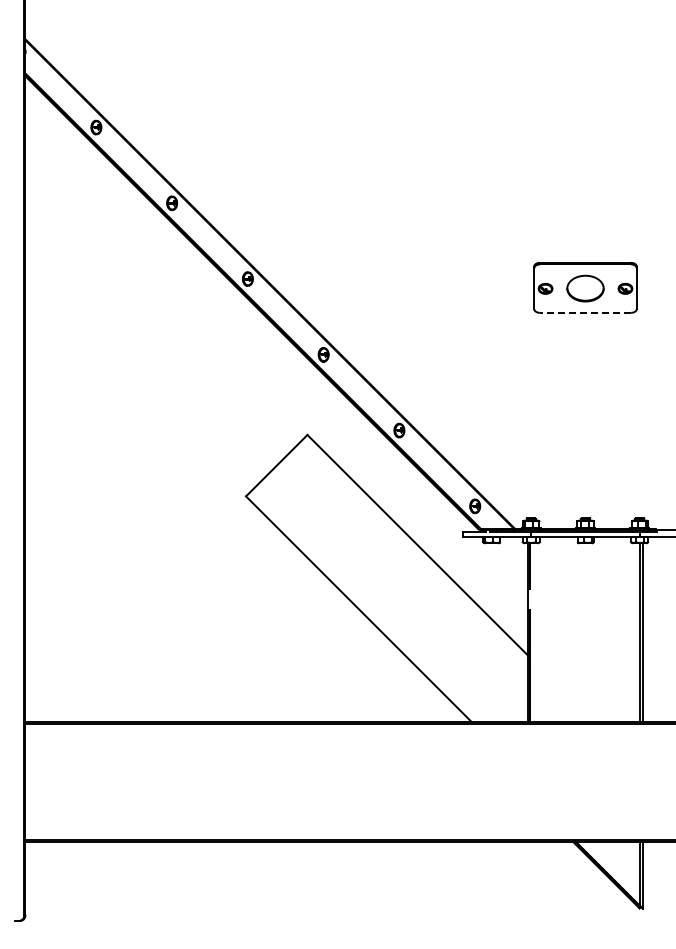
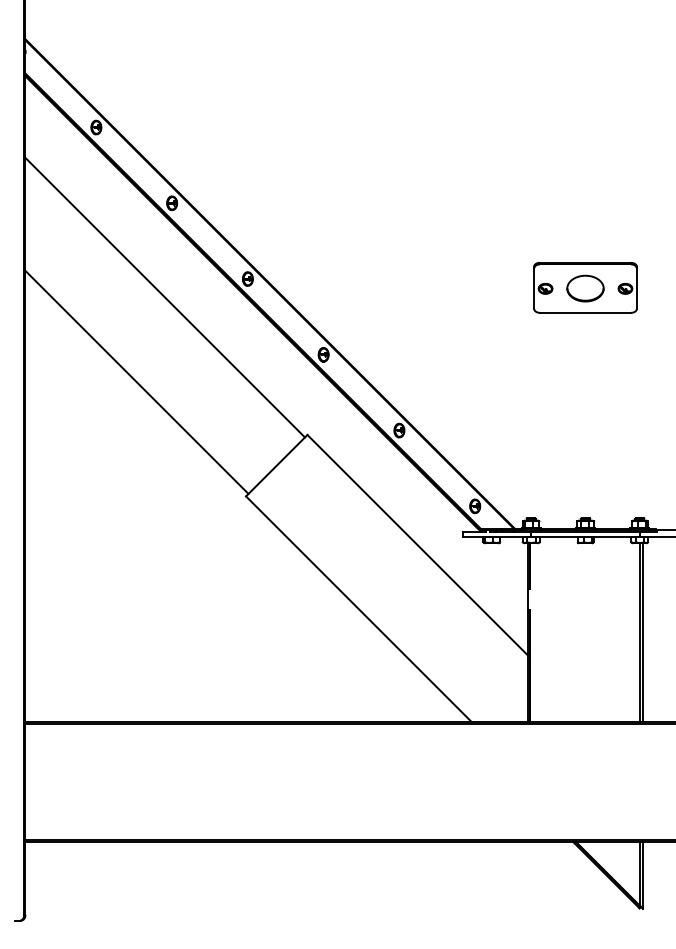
line at (165, 297): none -> present
line at (585, 312): dashed -> solid
line at (136, 381): none -> present
